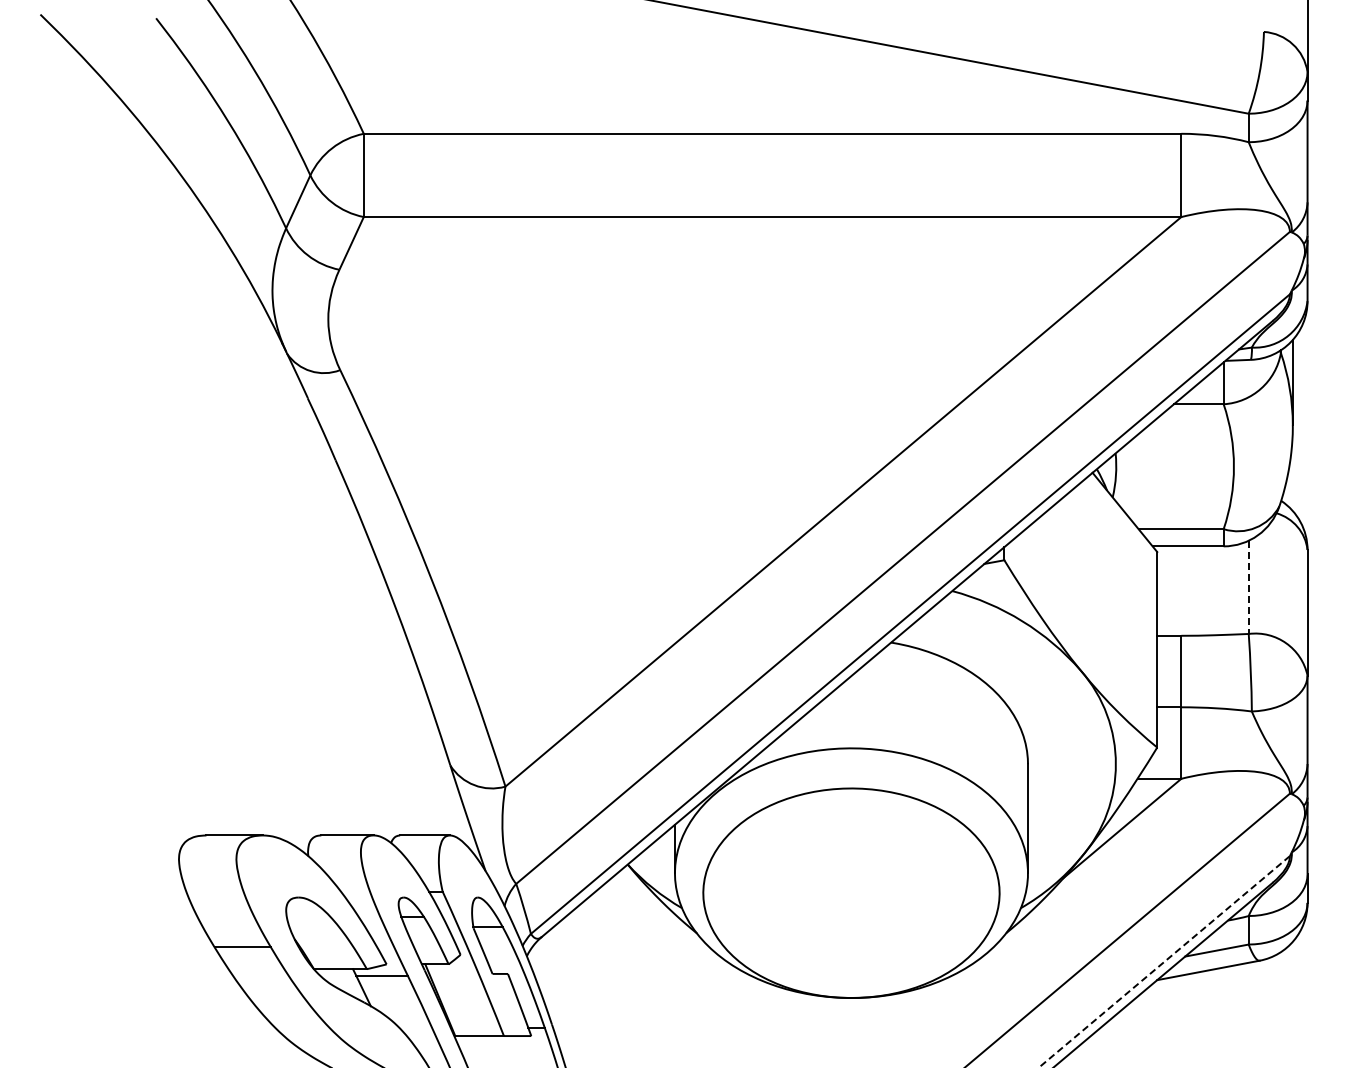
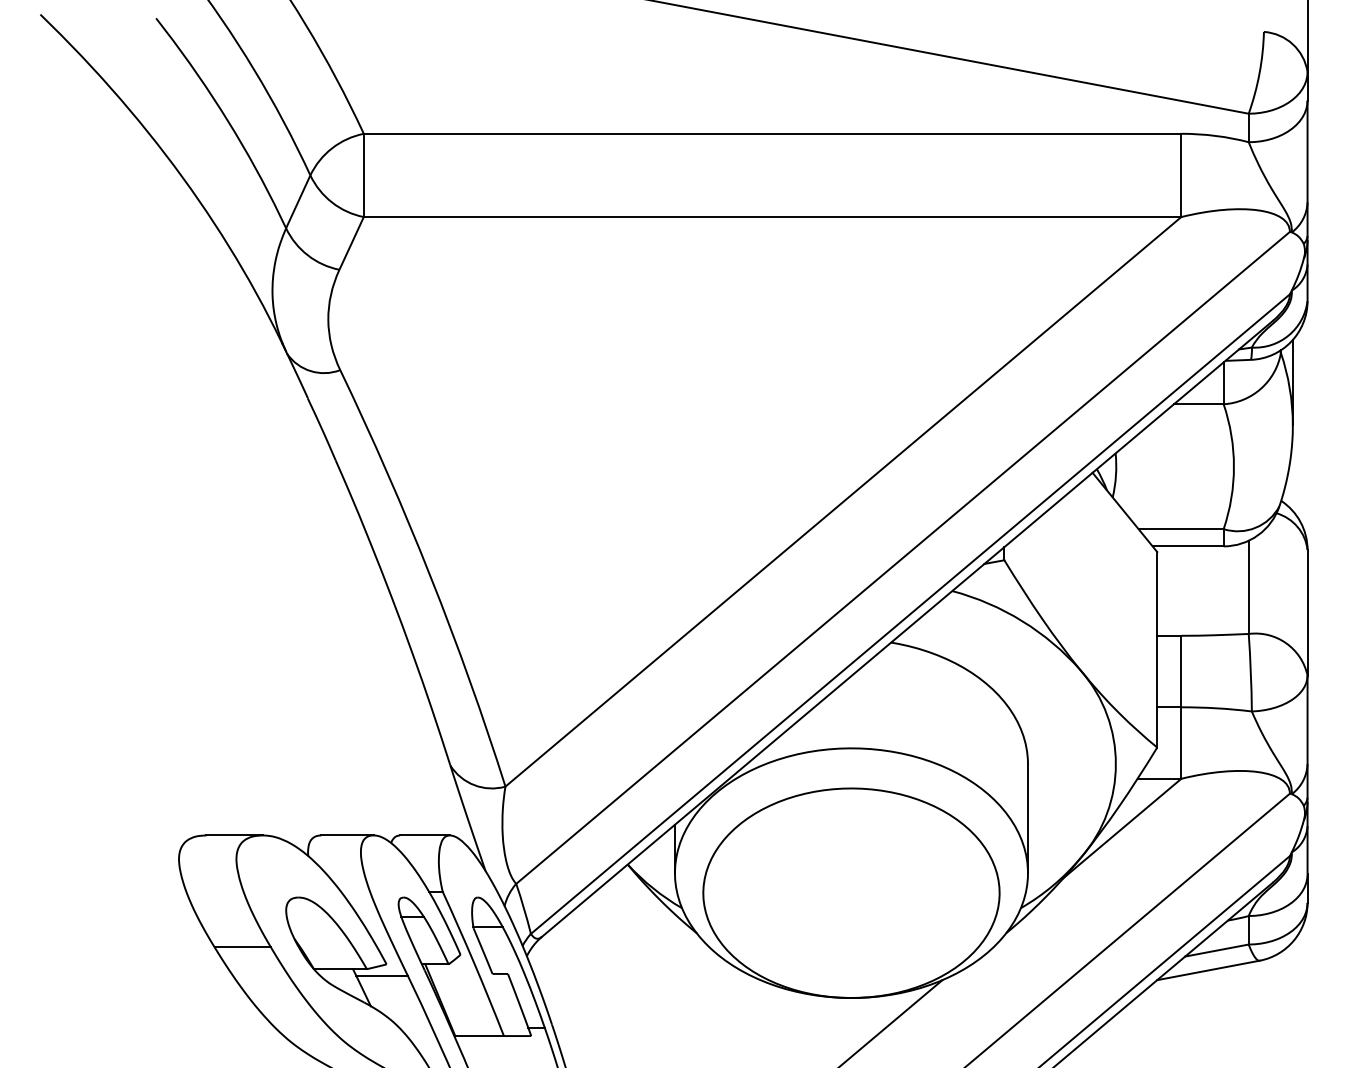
line at (1248, 587): dashed -> solid
line at (1164, 961): dashed -> solid
line at (892, 1022): none -> present
